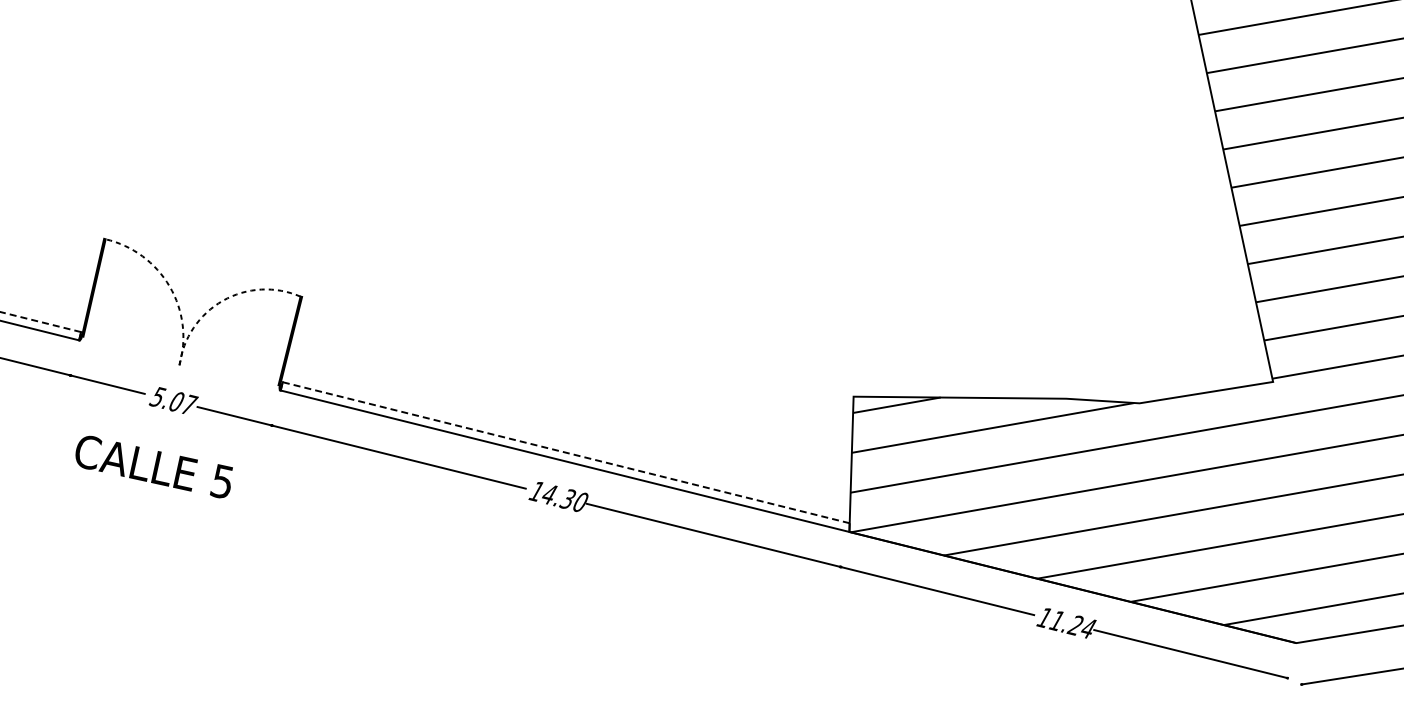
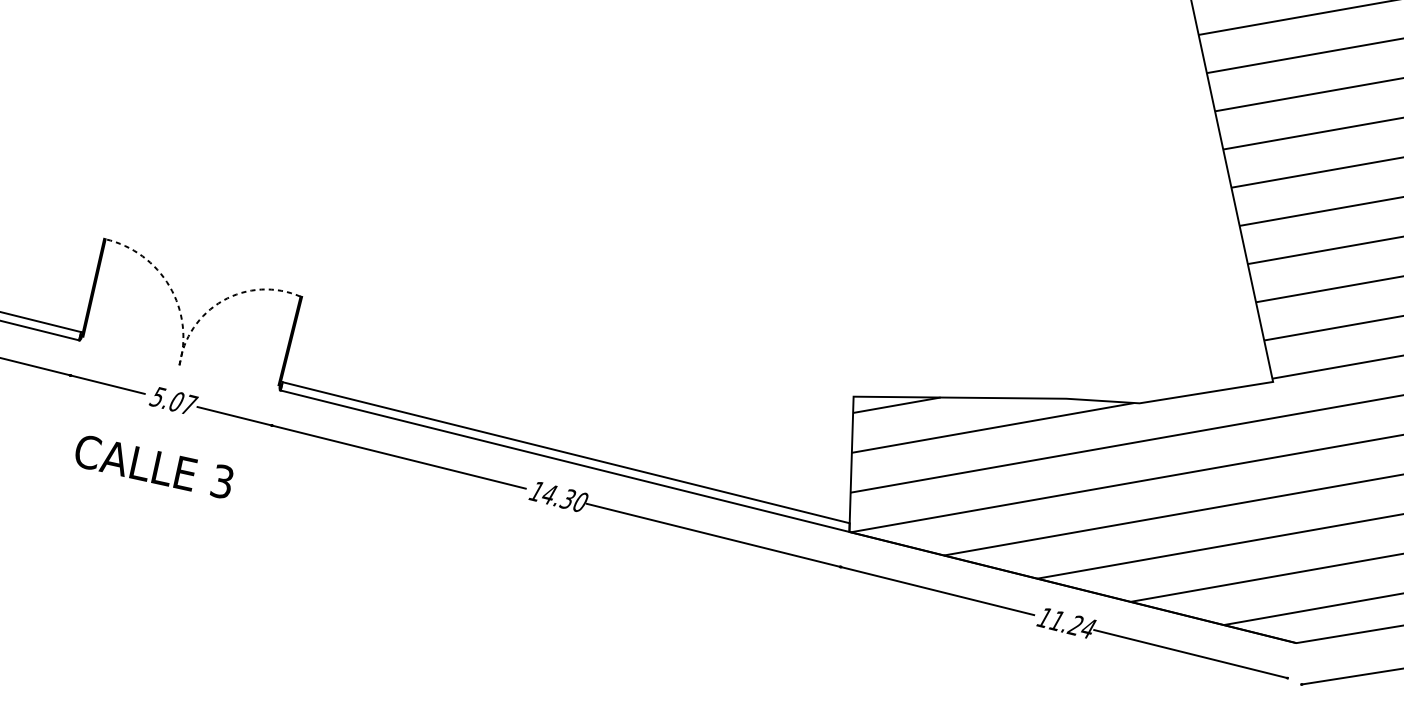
line at (40, 321): dashed -> solid
line at (565, 452): dashed -> solid
text at (221, 481): 5 -> 3
